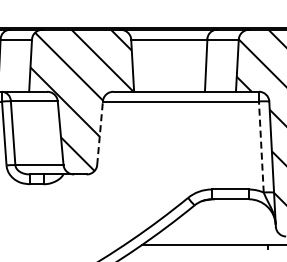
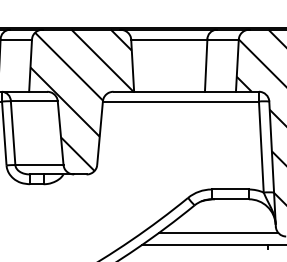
line at (100, 133): dashed -> solid
line at (261, 147): dashed -> solid
line at (218, 232): none -> present
